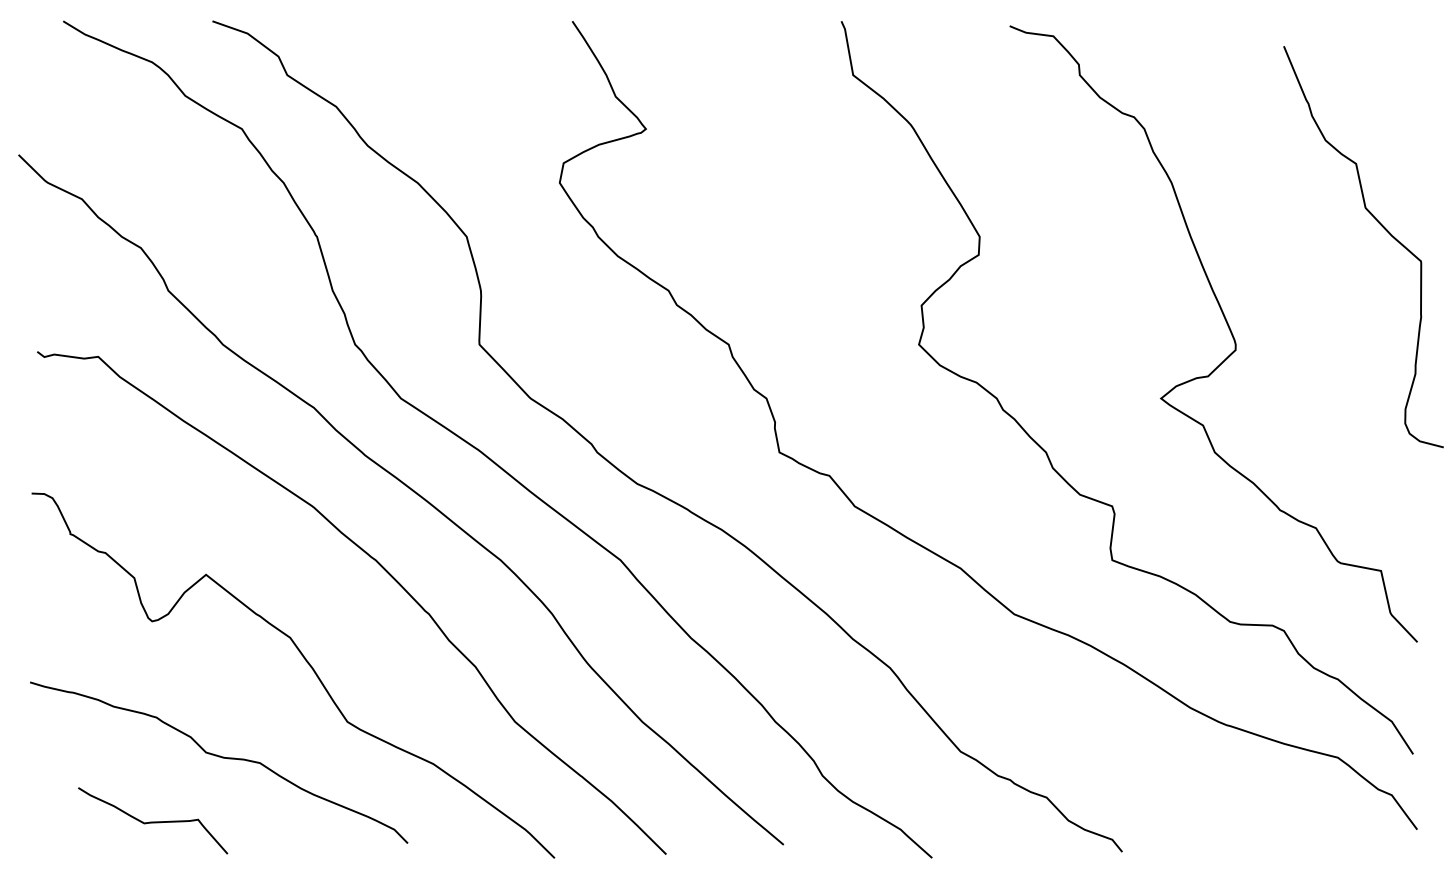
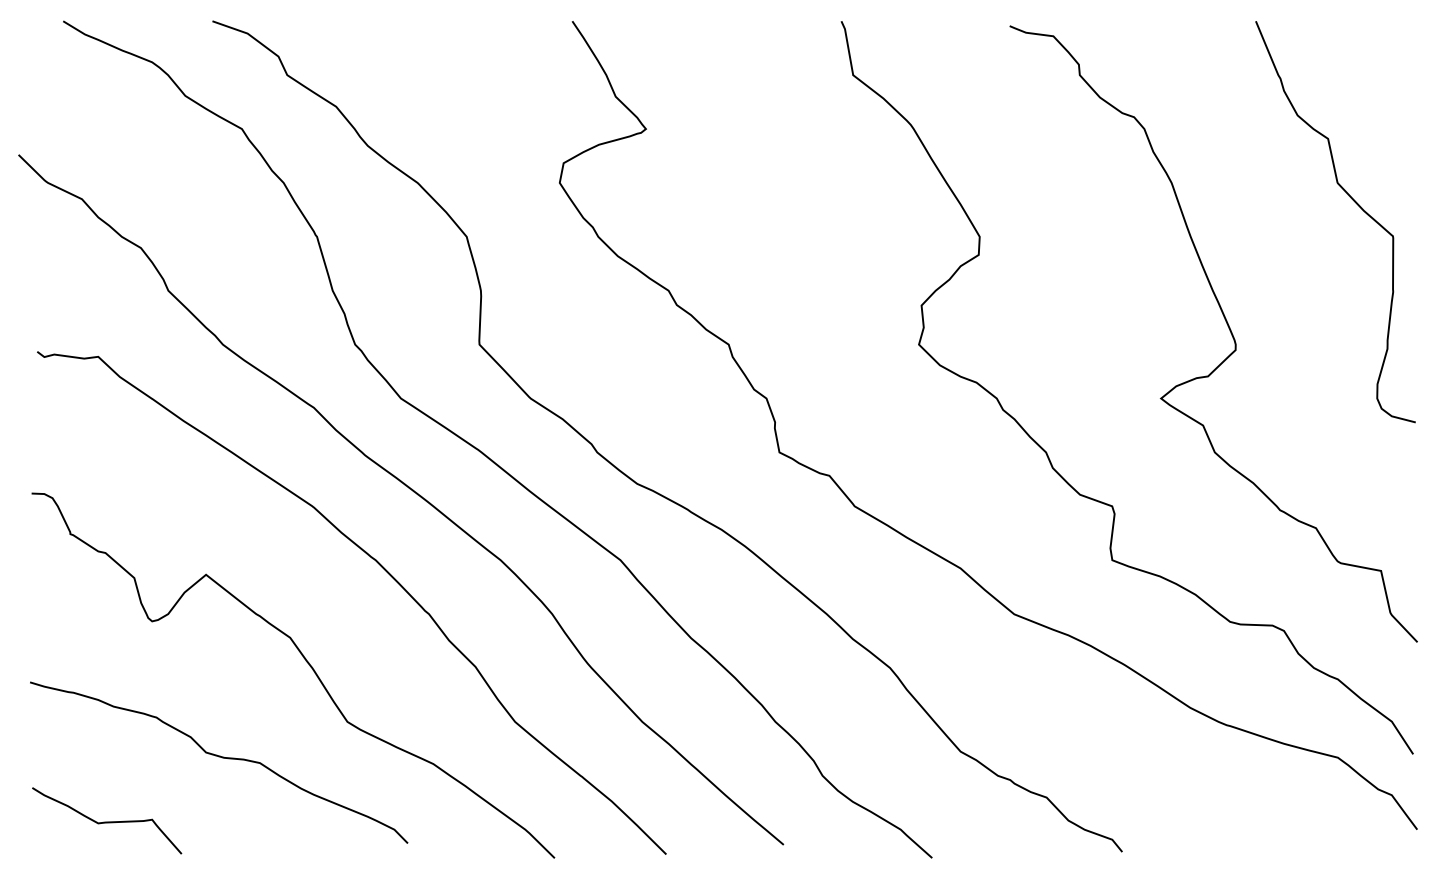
curve at (1382, 227) position: (1382, 227) -> (1354, 202)
curve at (153, 821) position: (153, 821) -> (107, 821)
